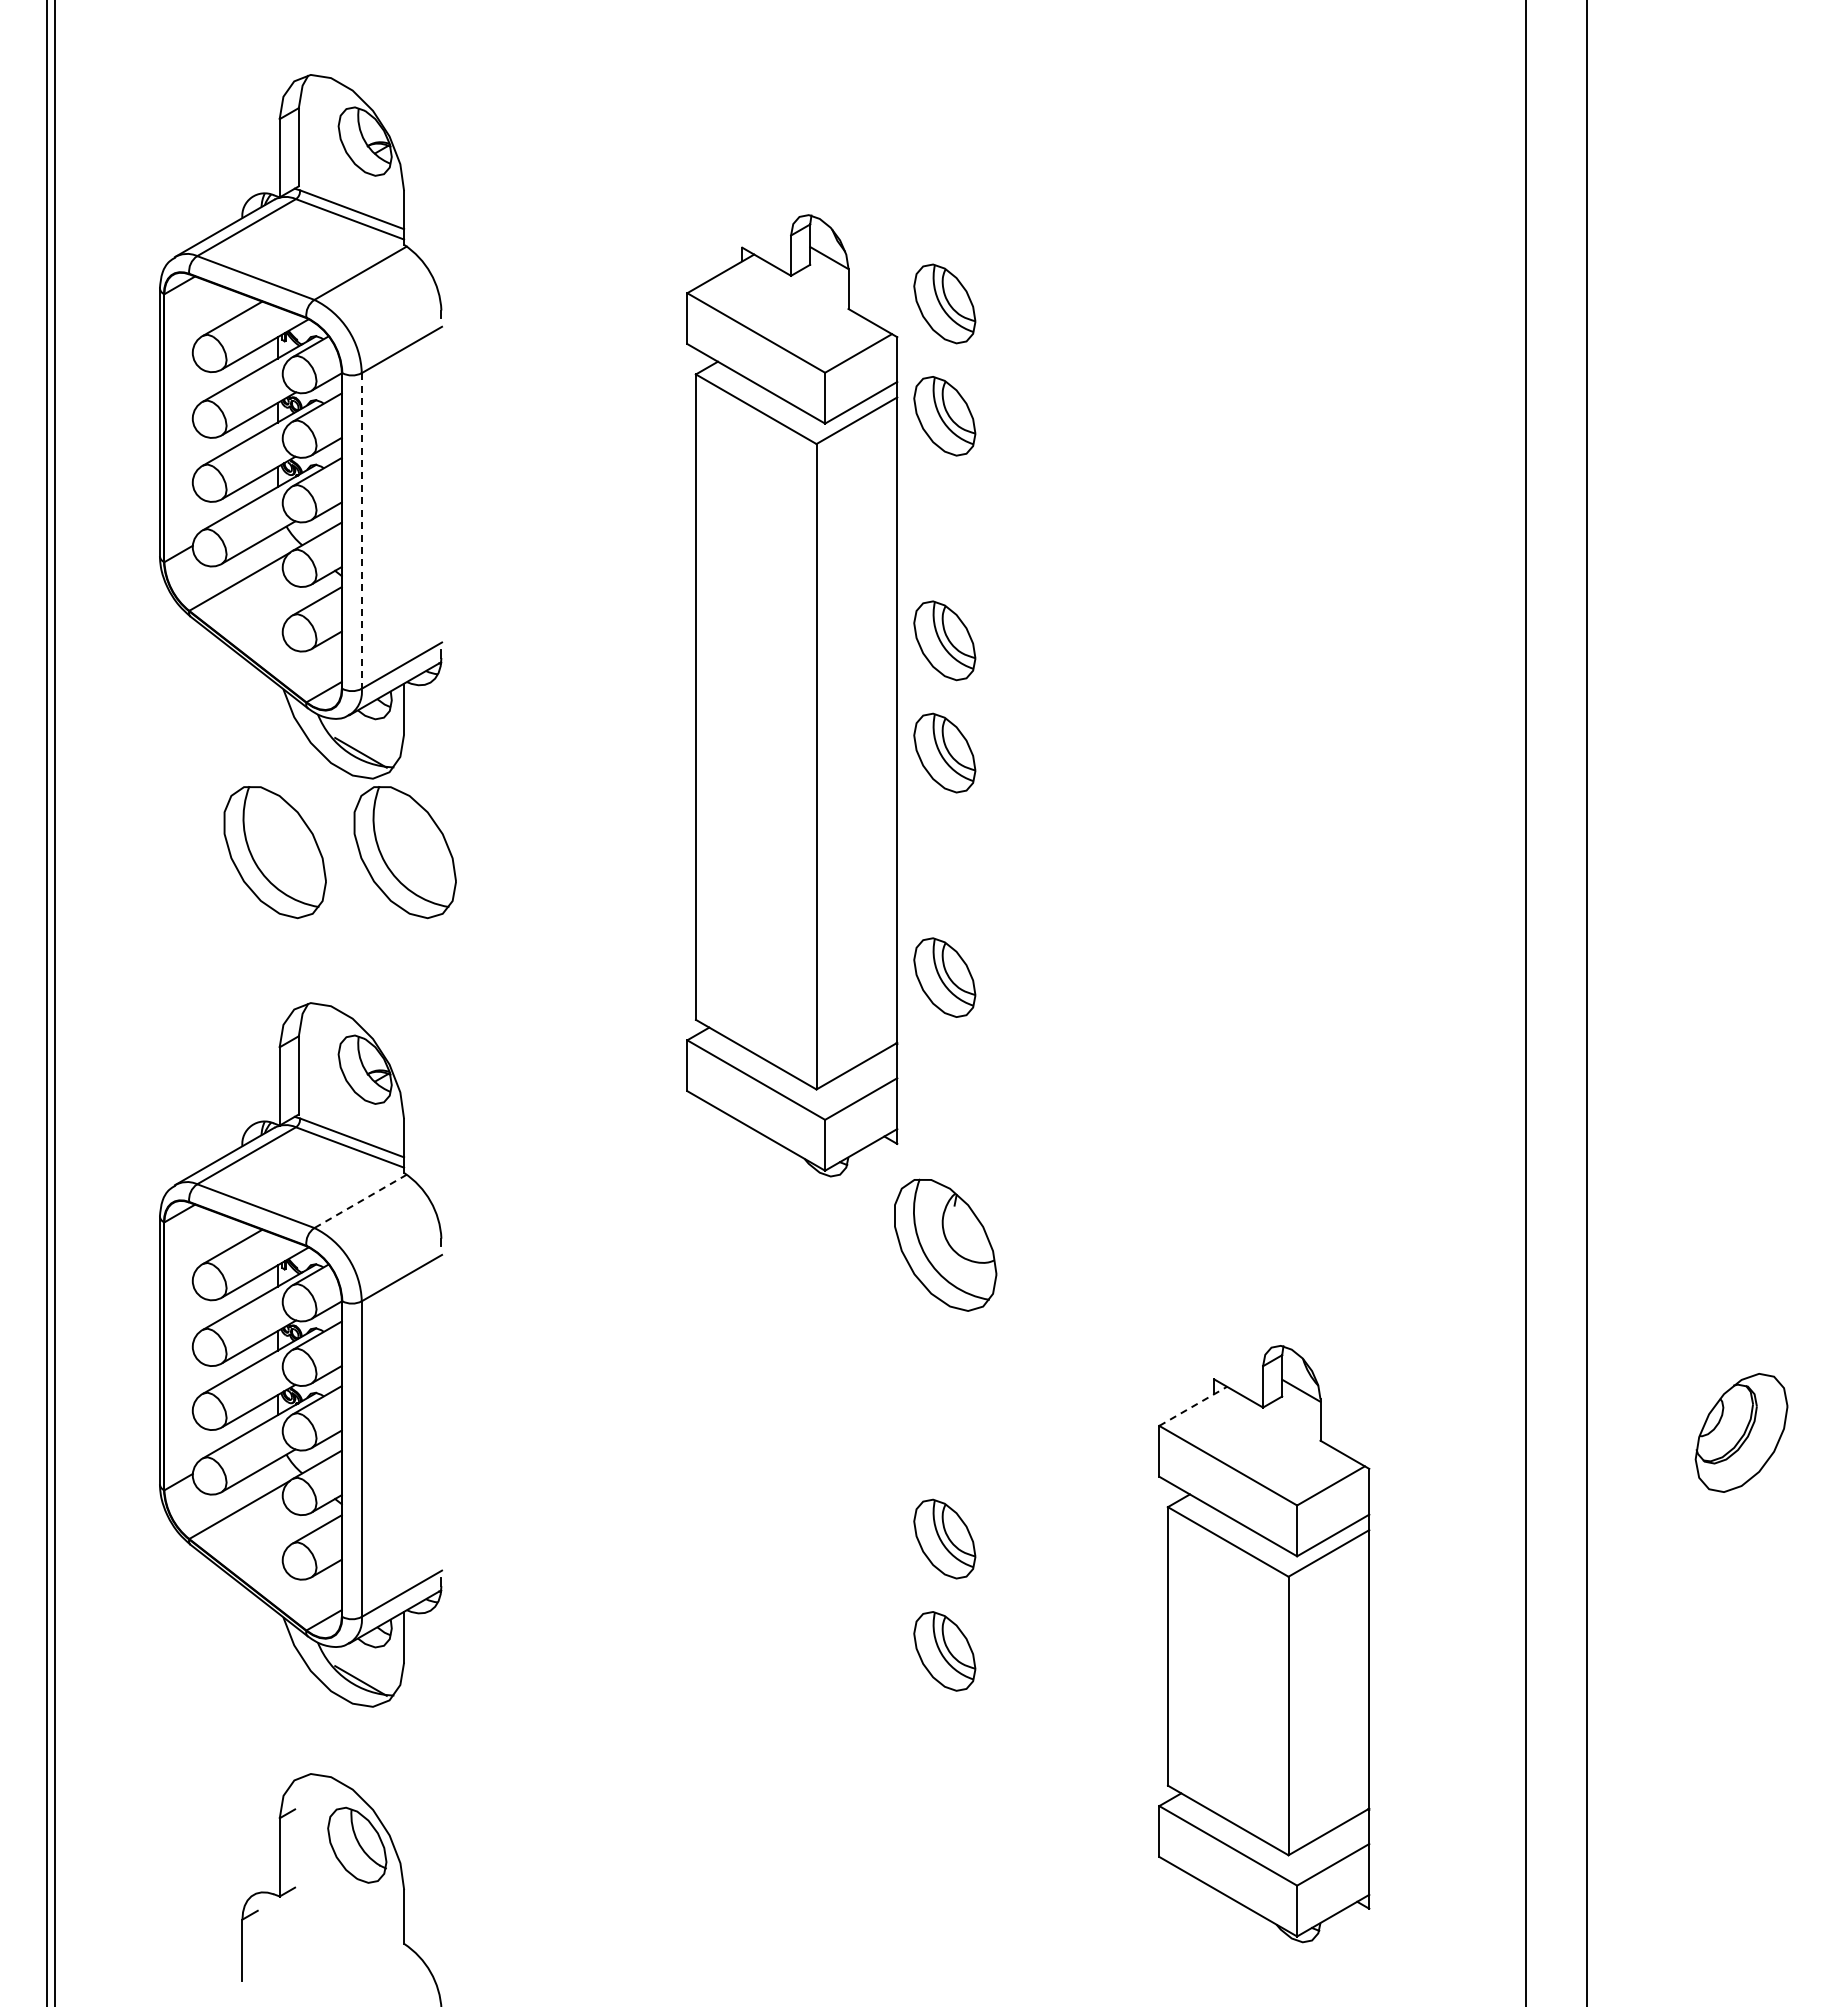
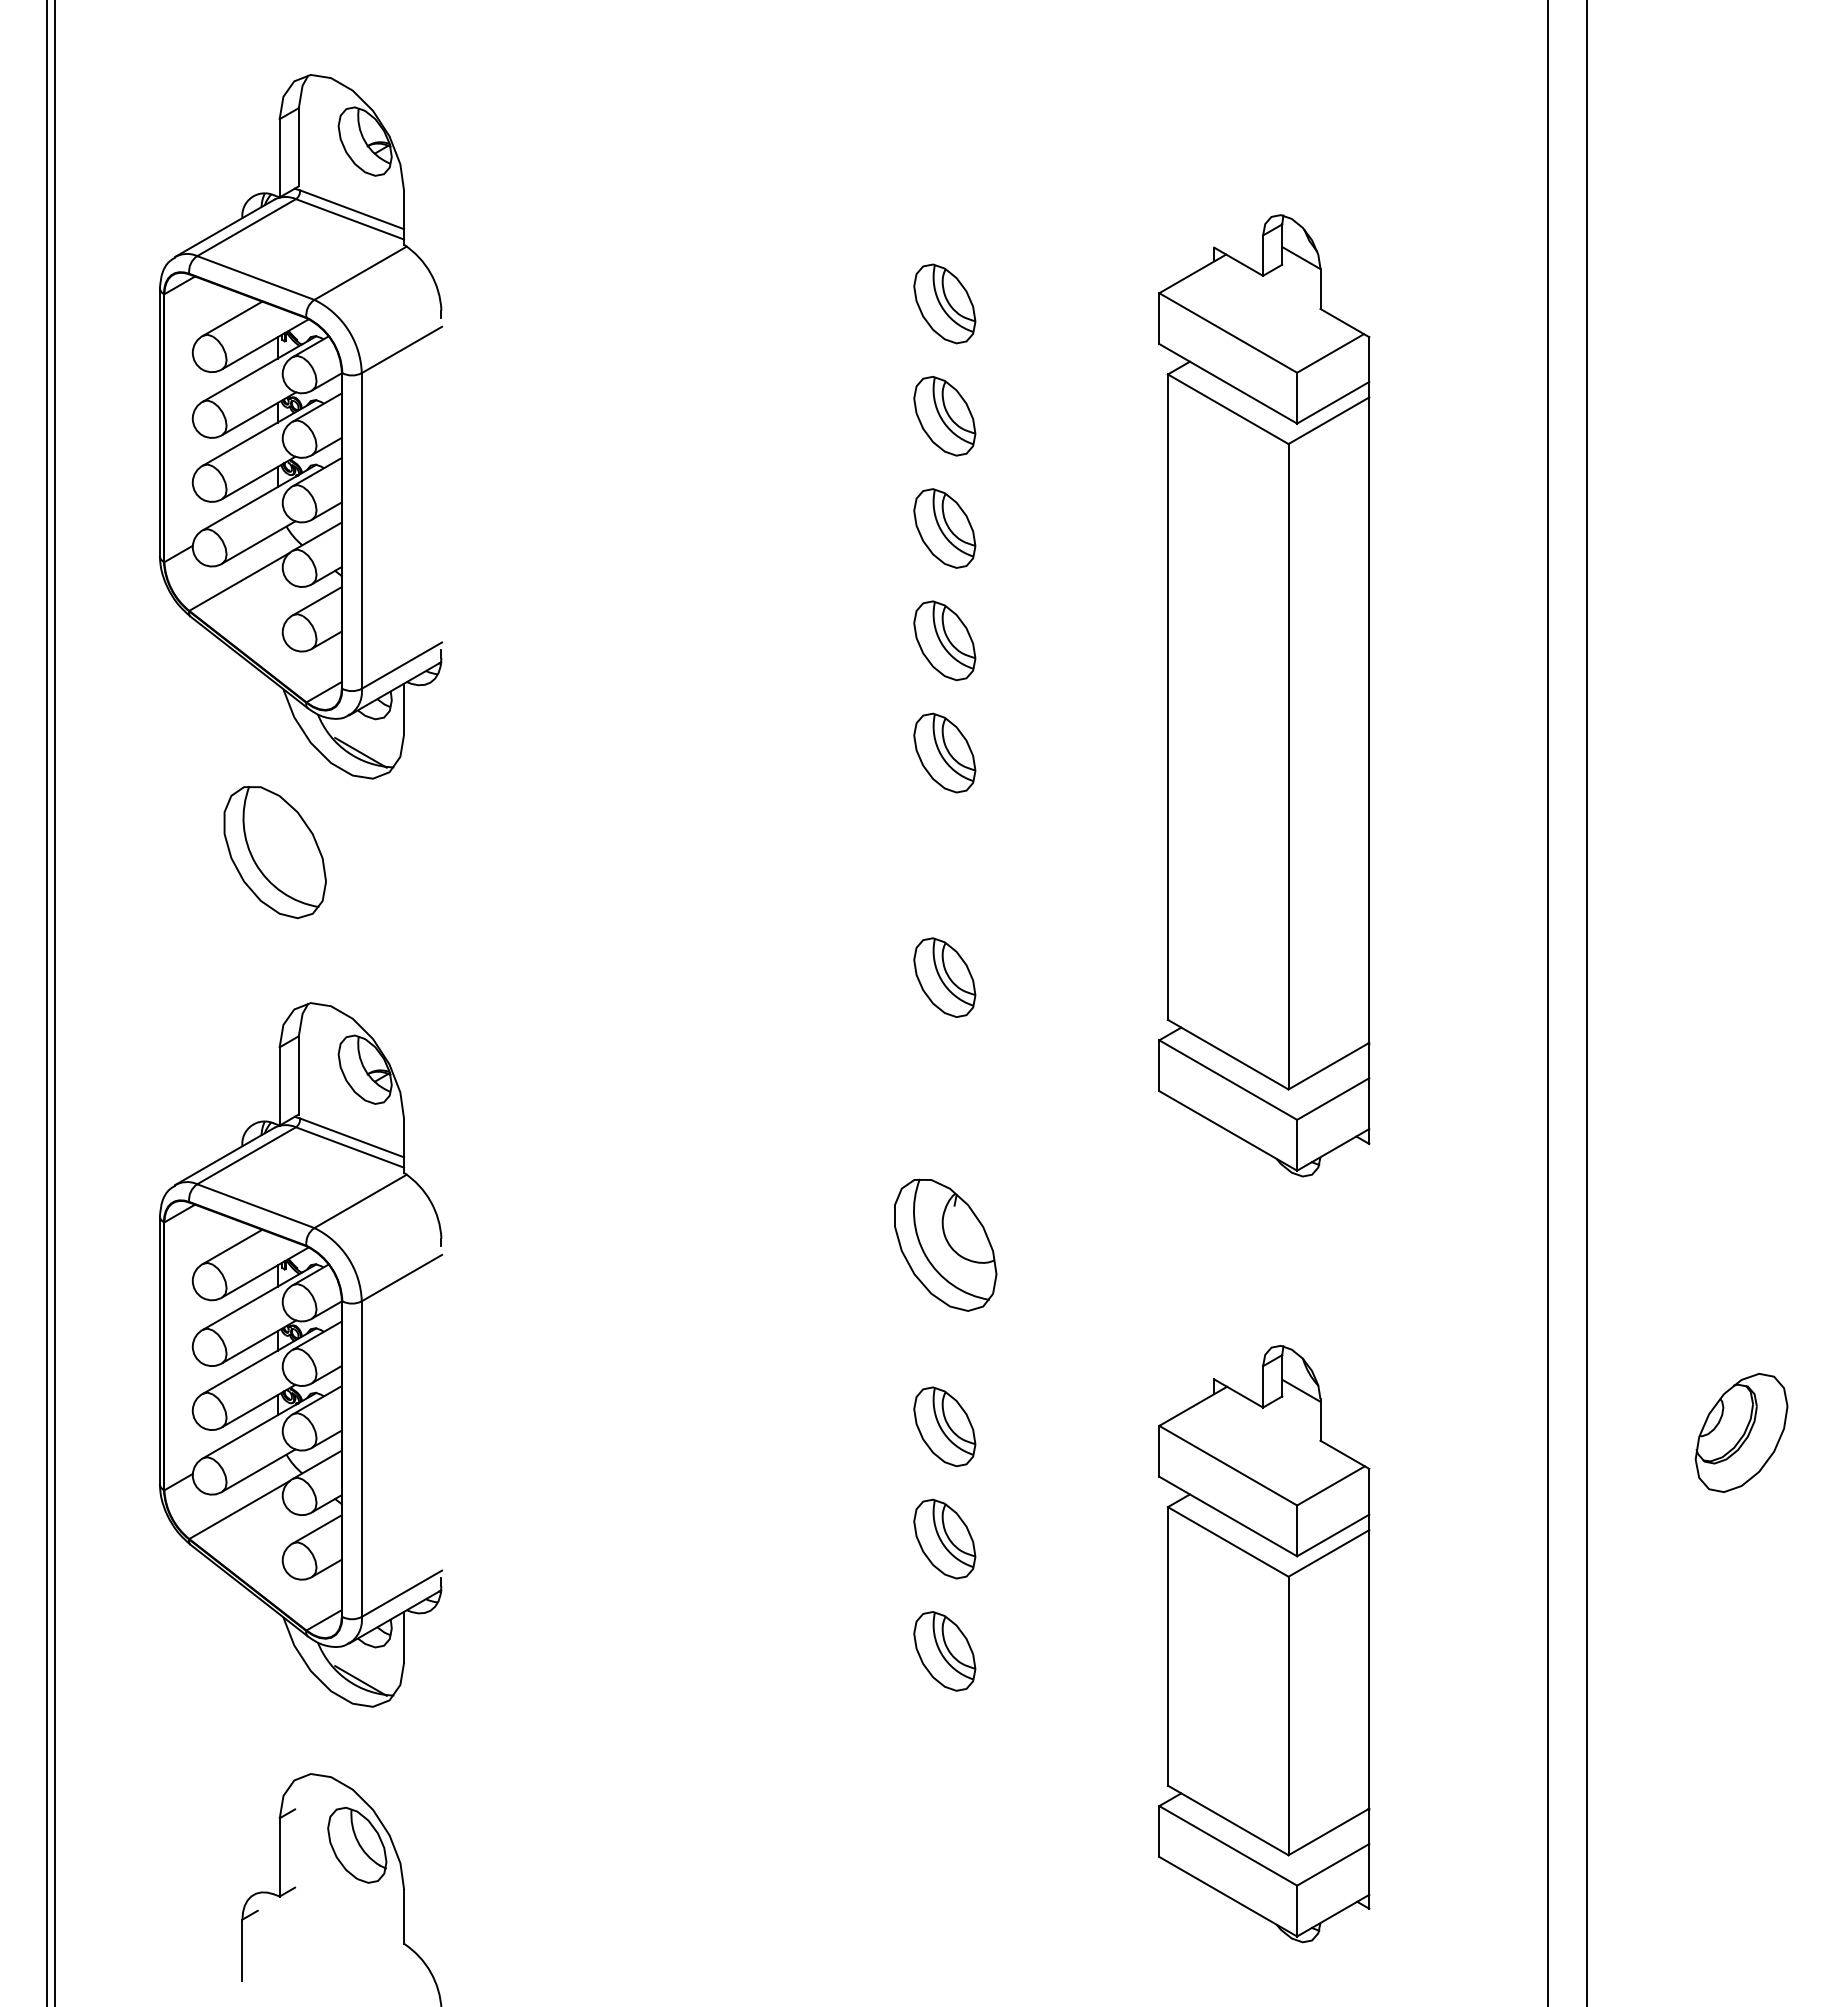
part at (944, 528): none -> present
line at (361, 530): dashed -> solid
part at (792, 695) position: (792, 695) -> (1264, 695)
part at (404, 852): present -> none
line at (1526, 1002) position: (1526, 1002) -> (1548, 1002)
line at (360, 1201): dashed -> solid
line at (1193, 1406): dashed -> solid
part at (944, 1426): none -> present
